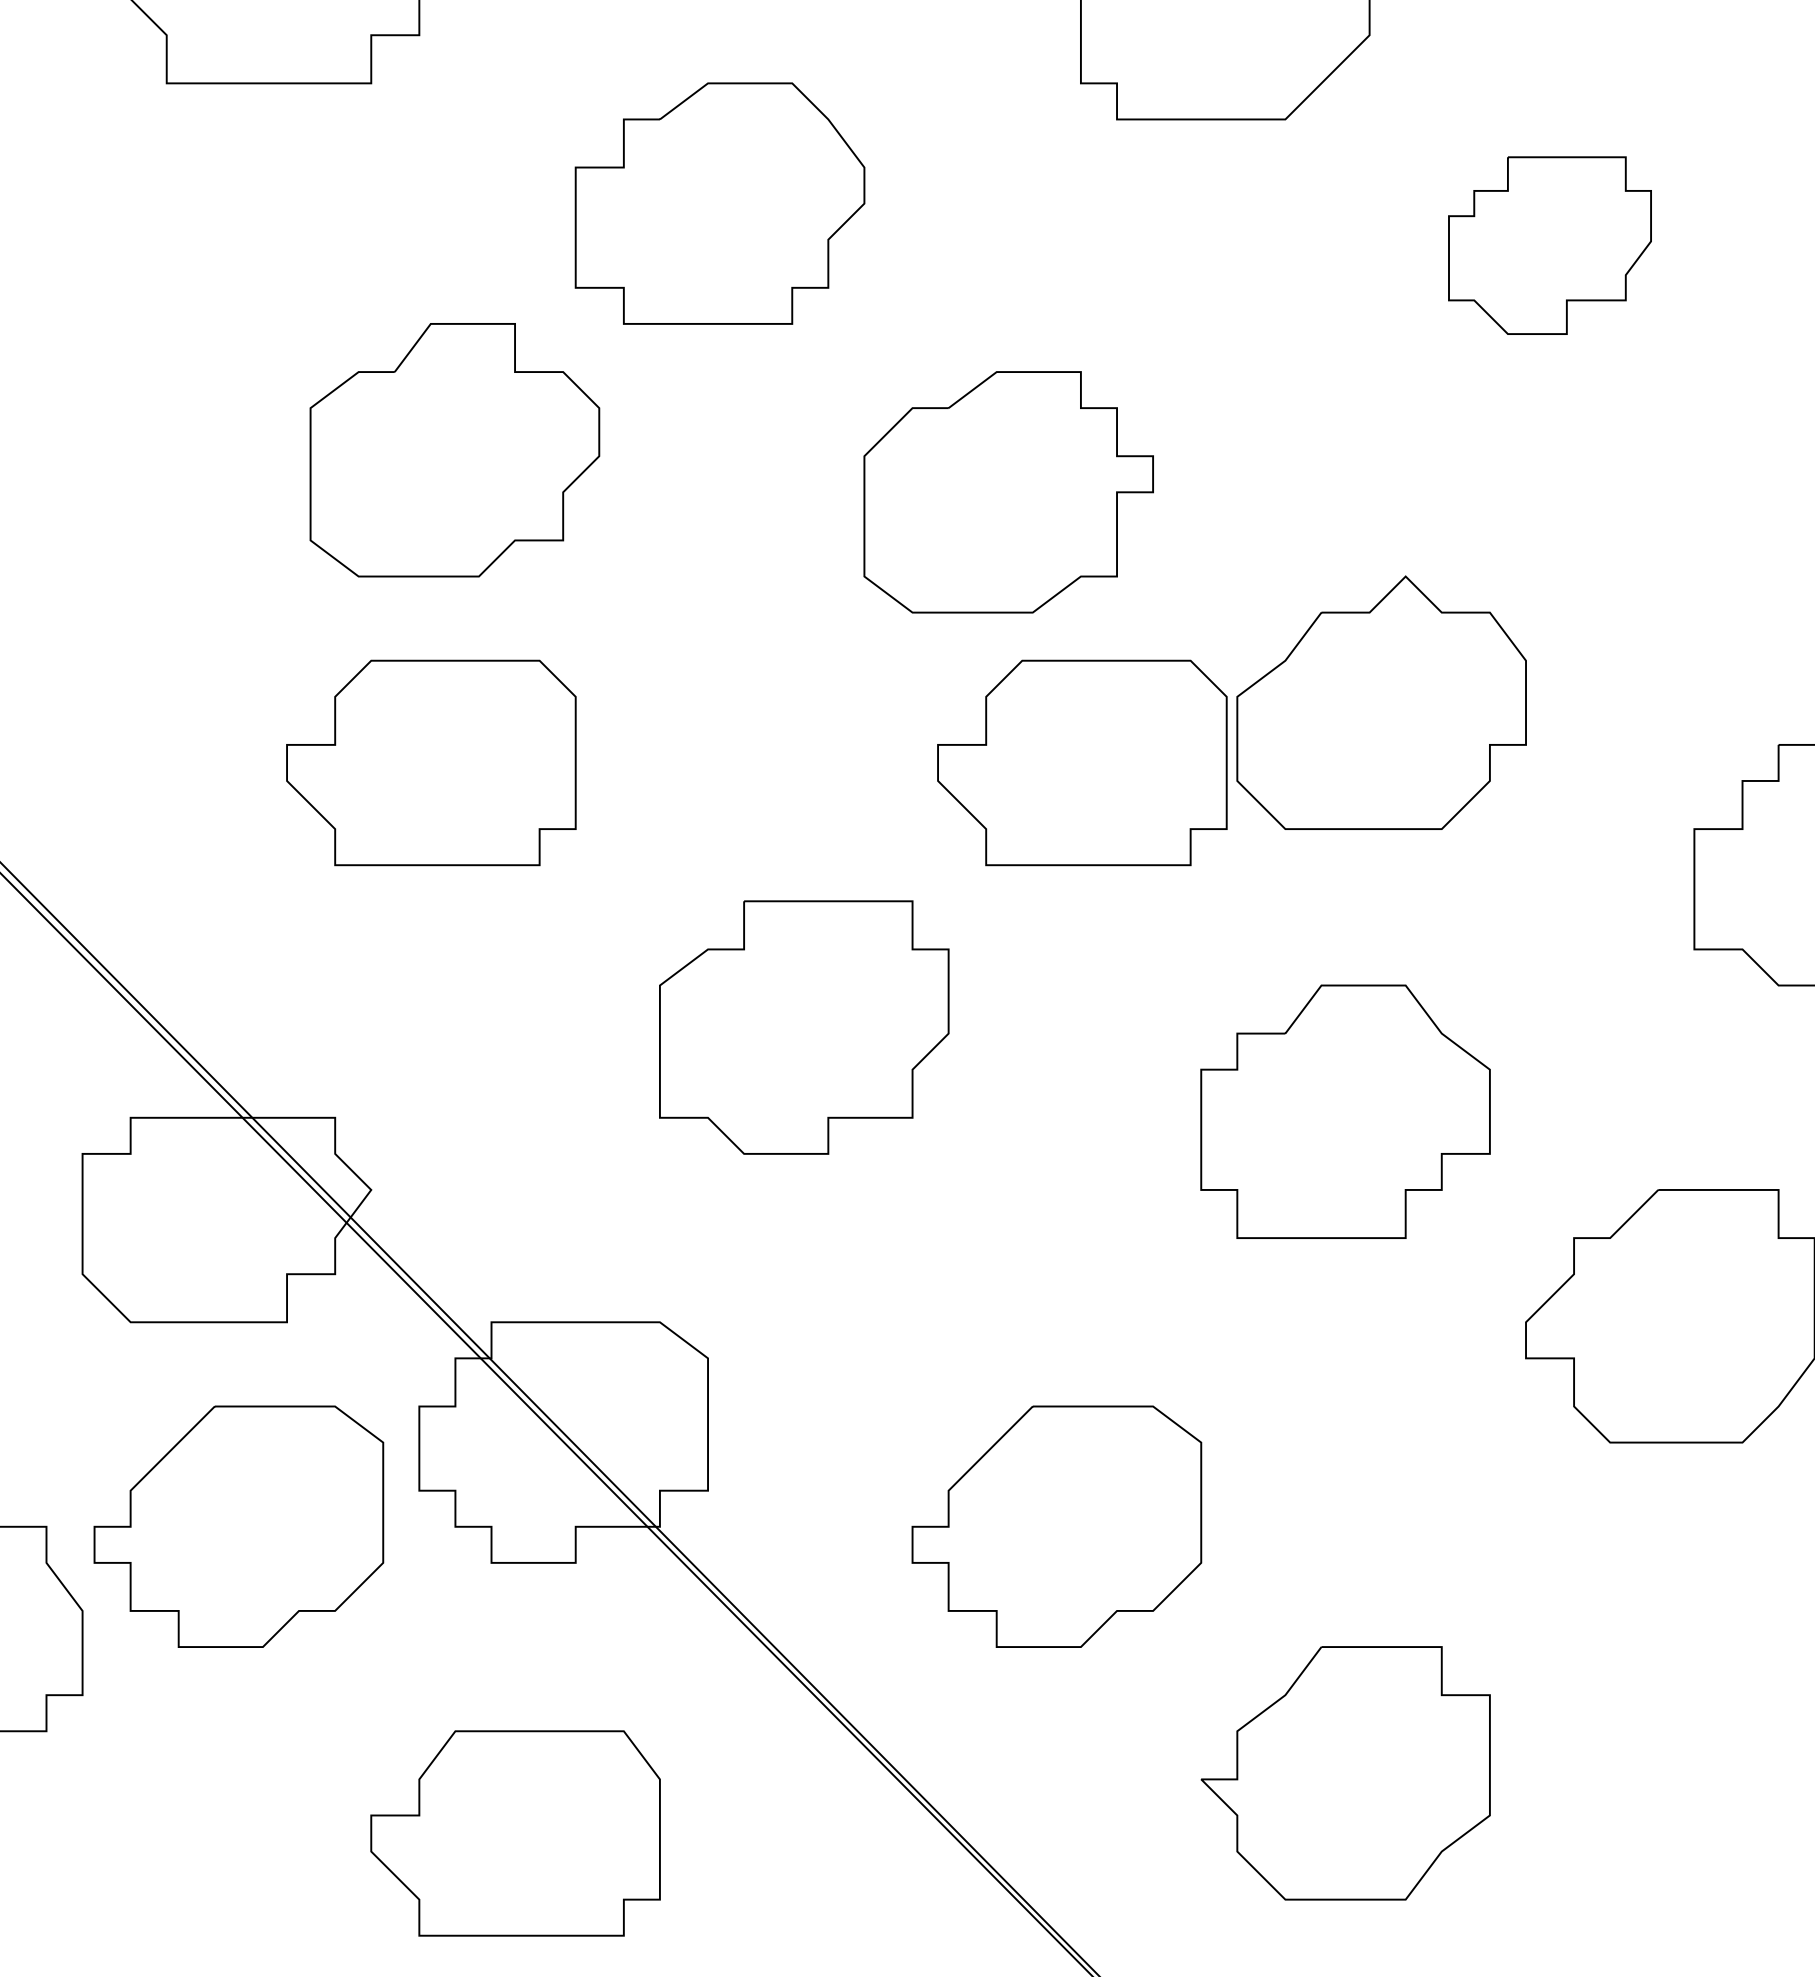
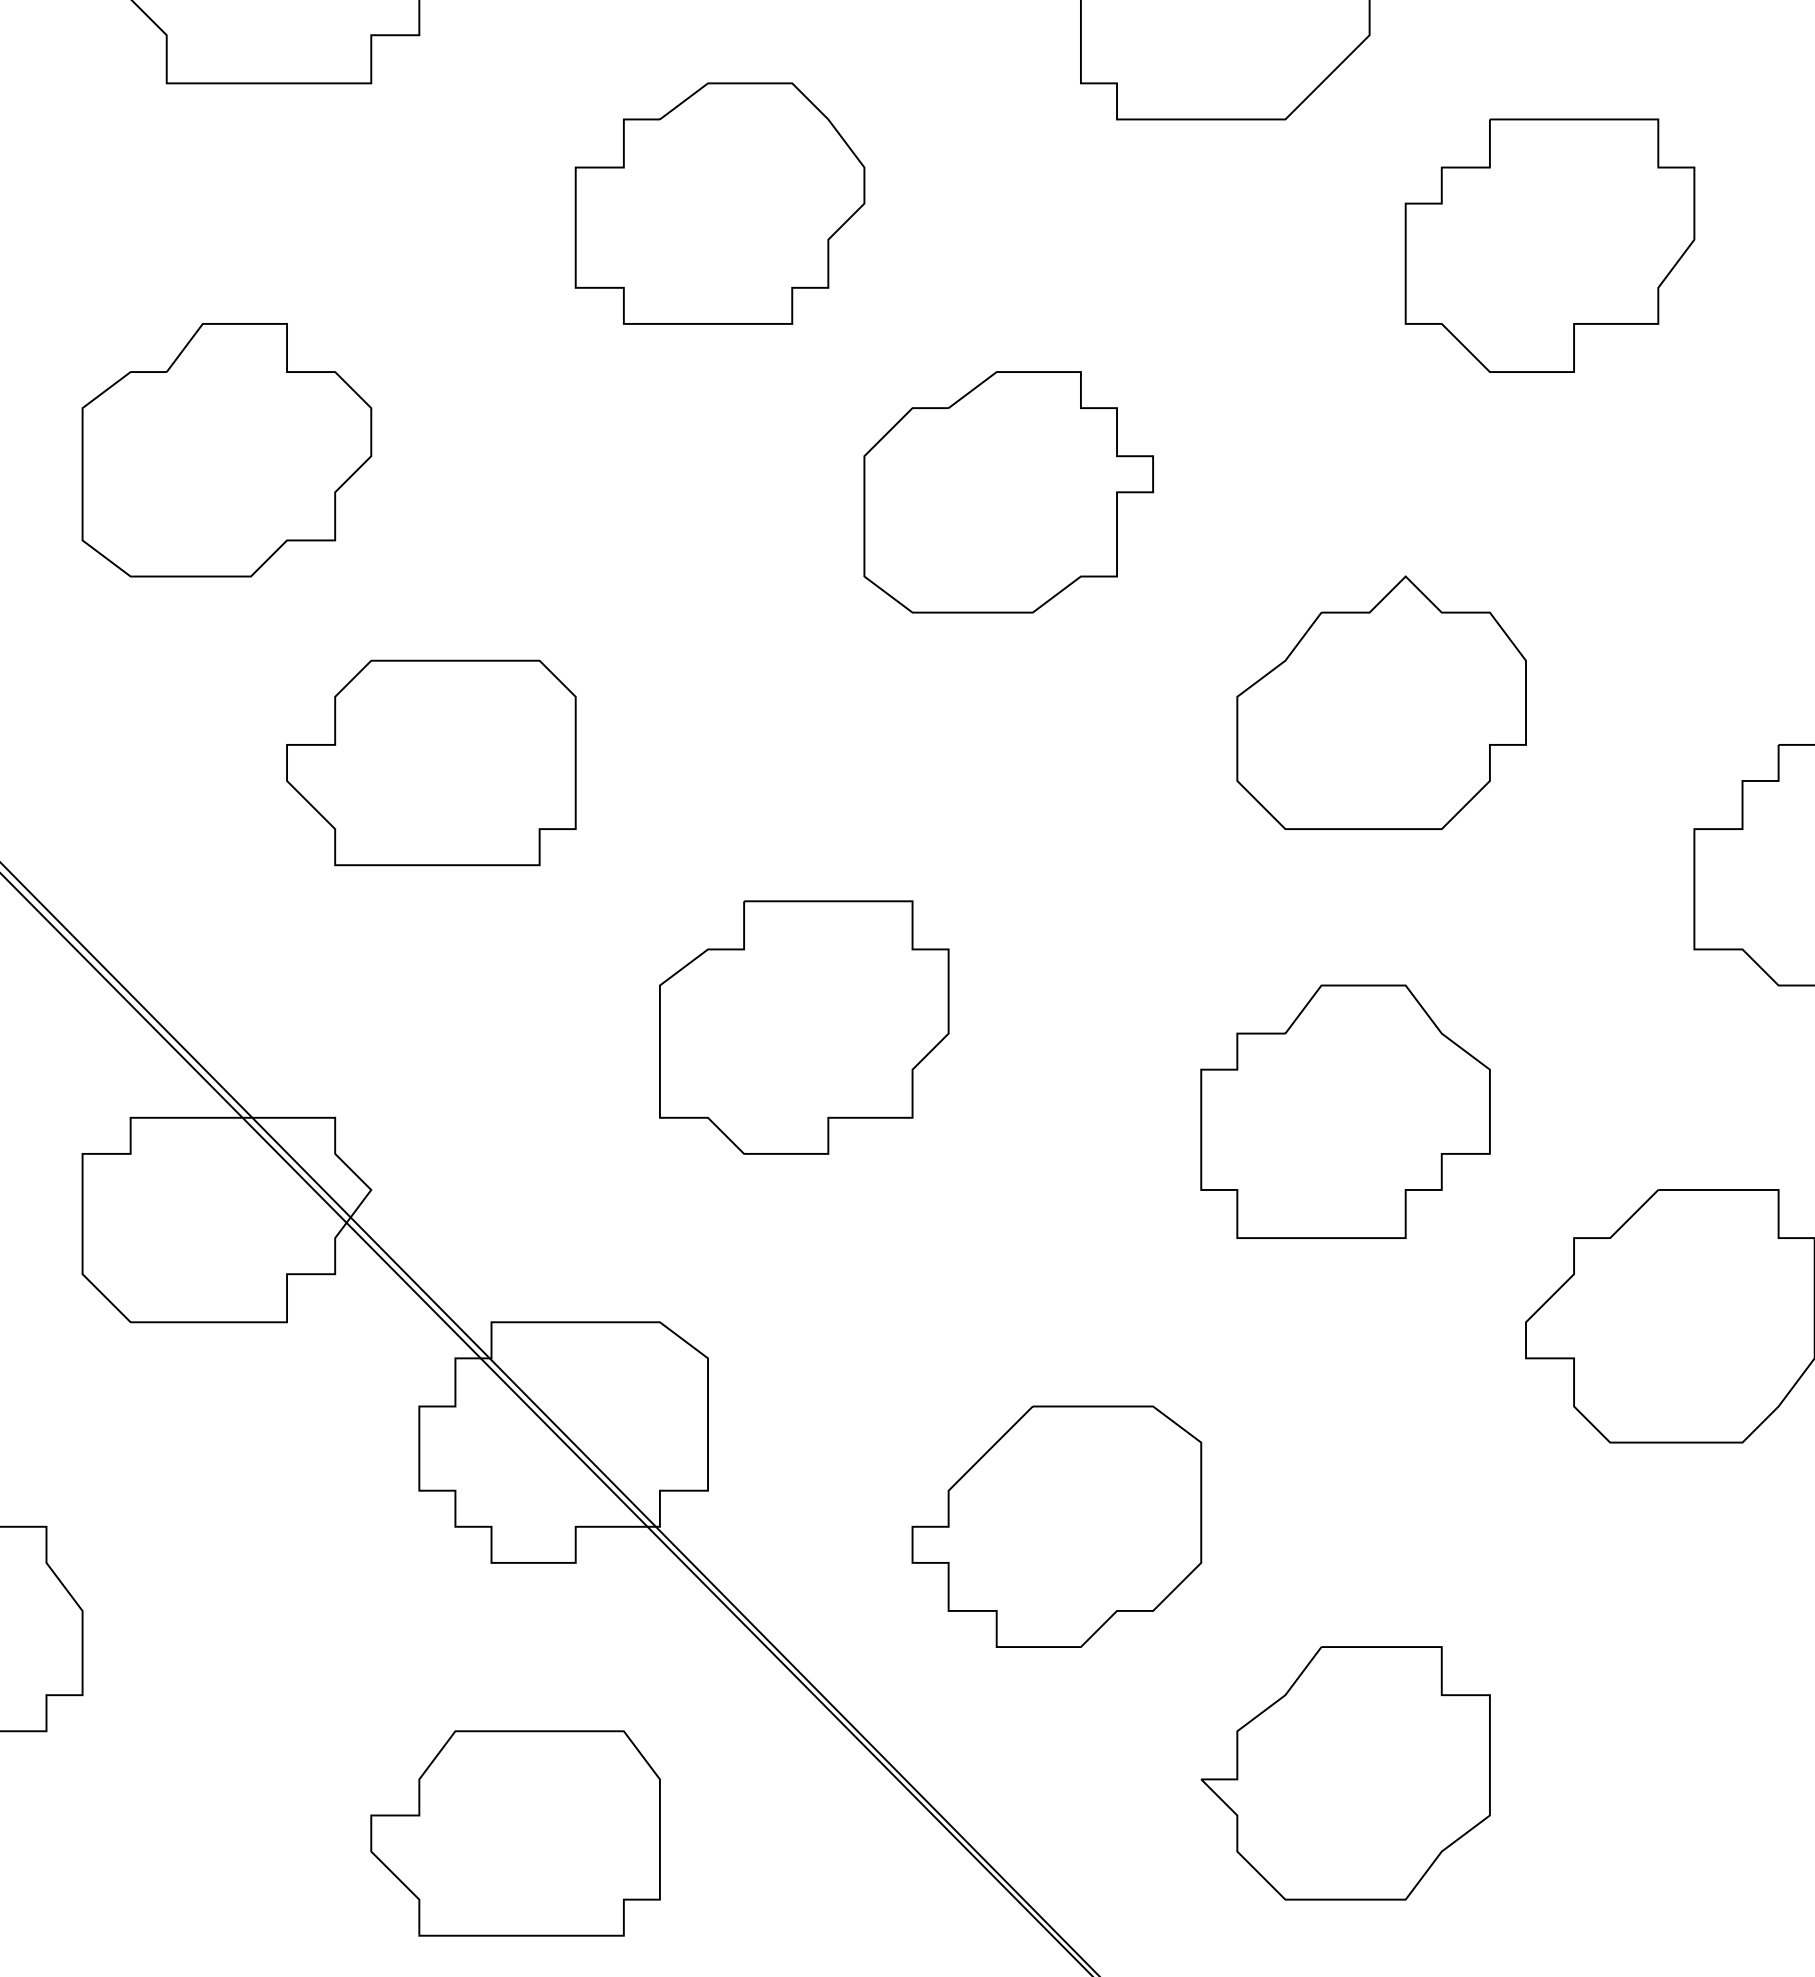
part at (1549, 245) size: 204x179 px -> 292x255 px
part at (454, 450) position: (454, 450) -> (226, 450)
part at (1082, 762): present -> none
part at (238, 1526): present -> none
